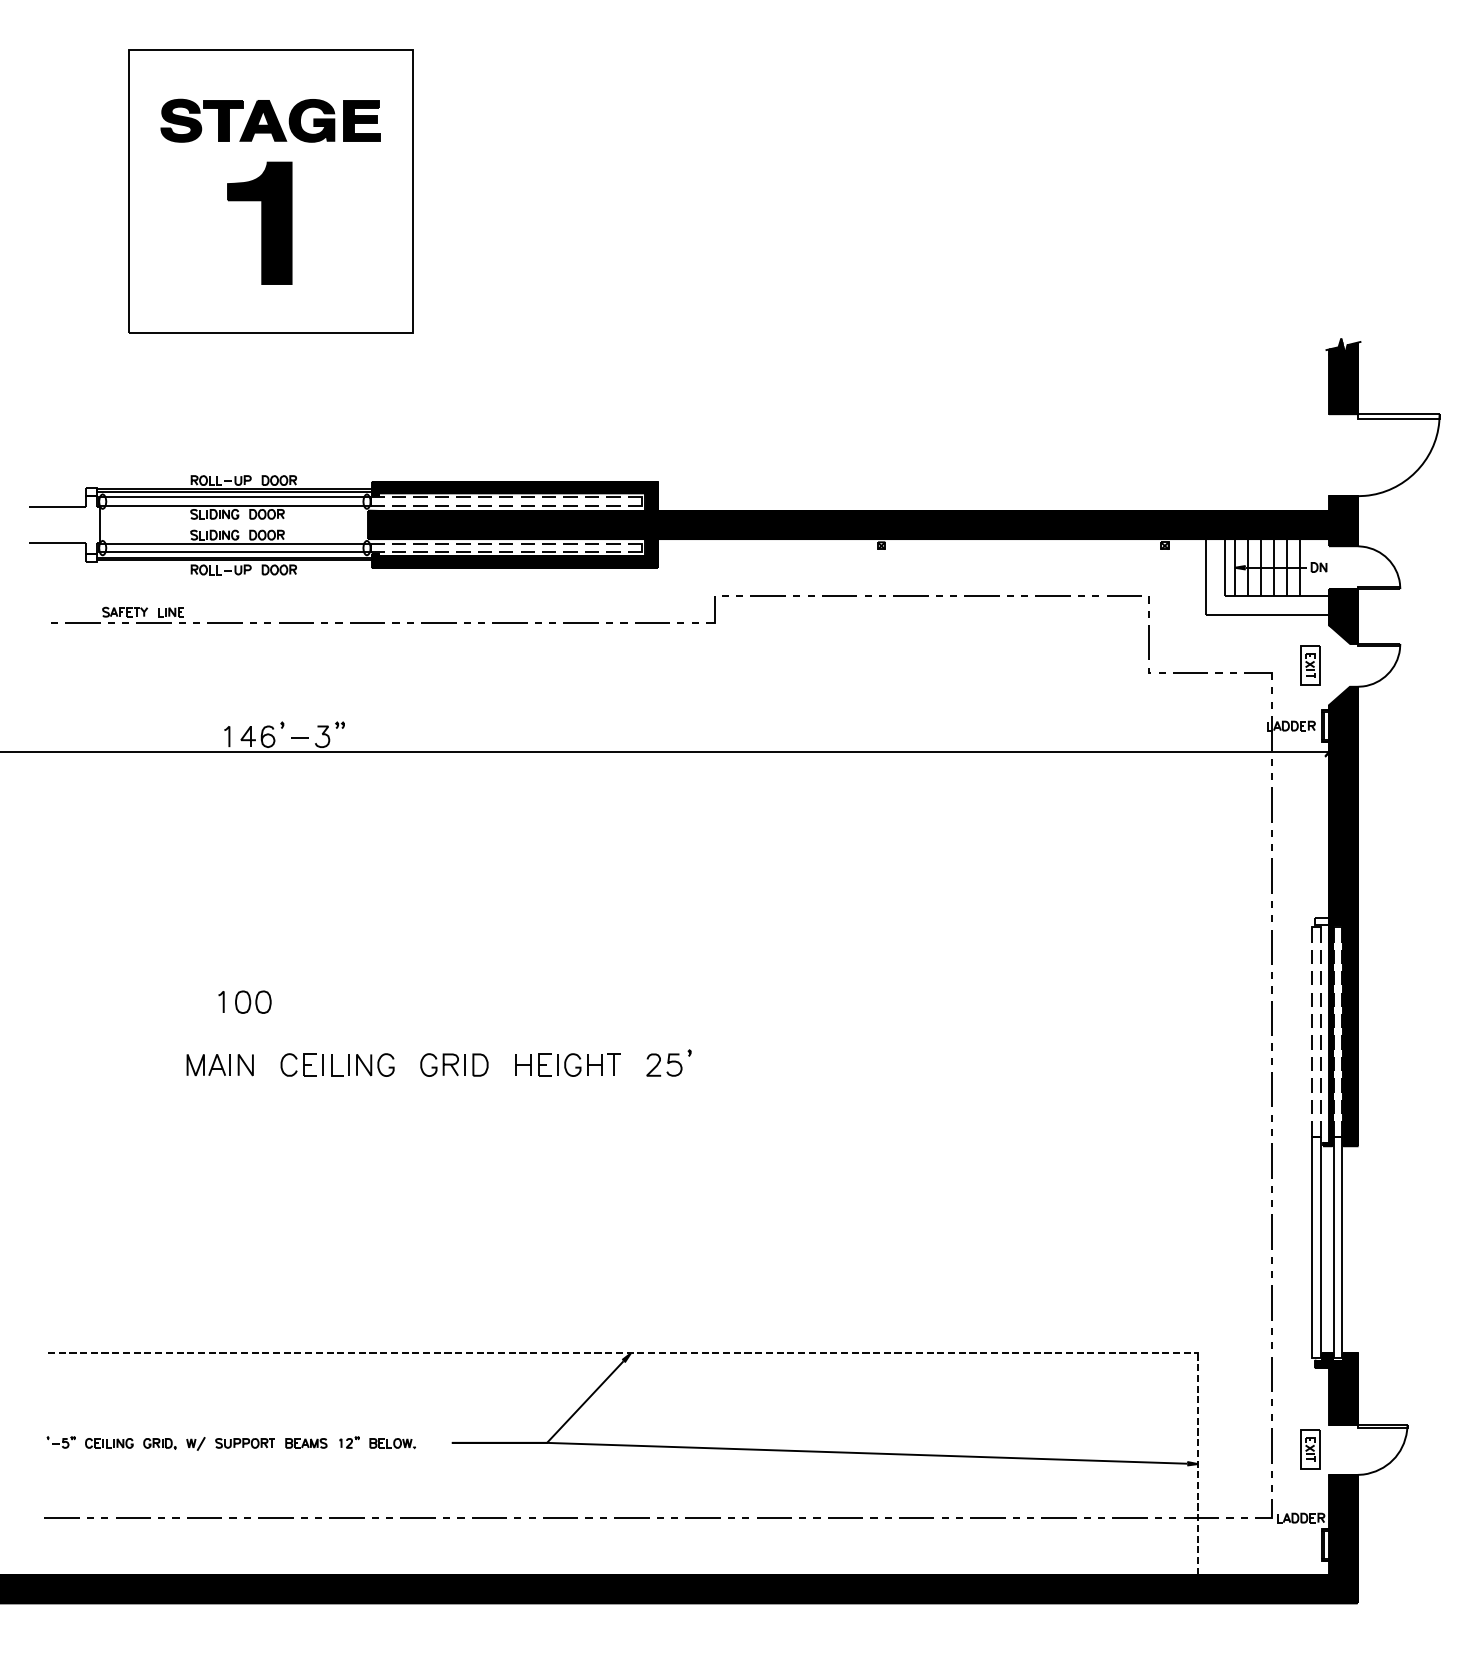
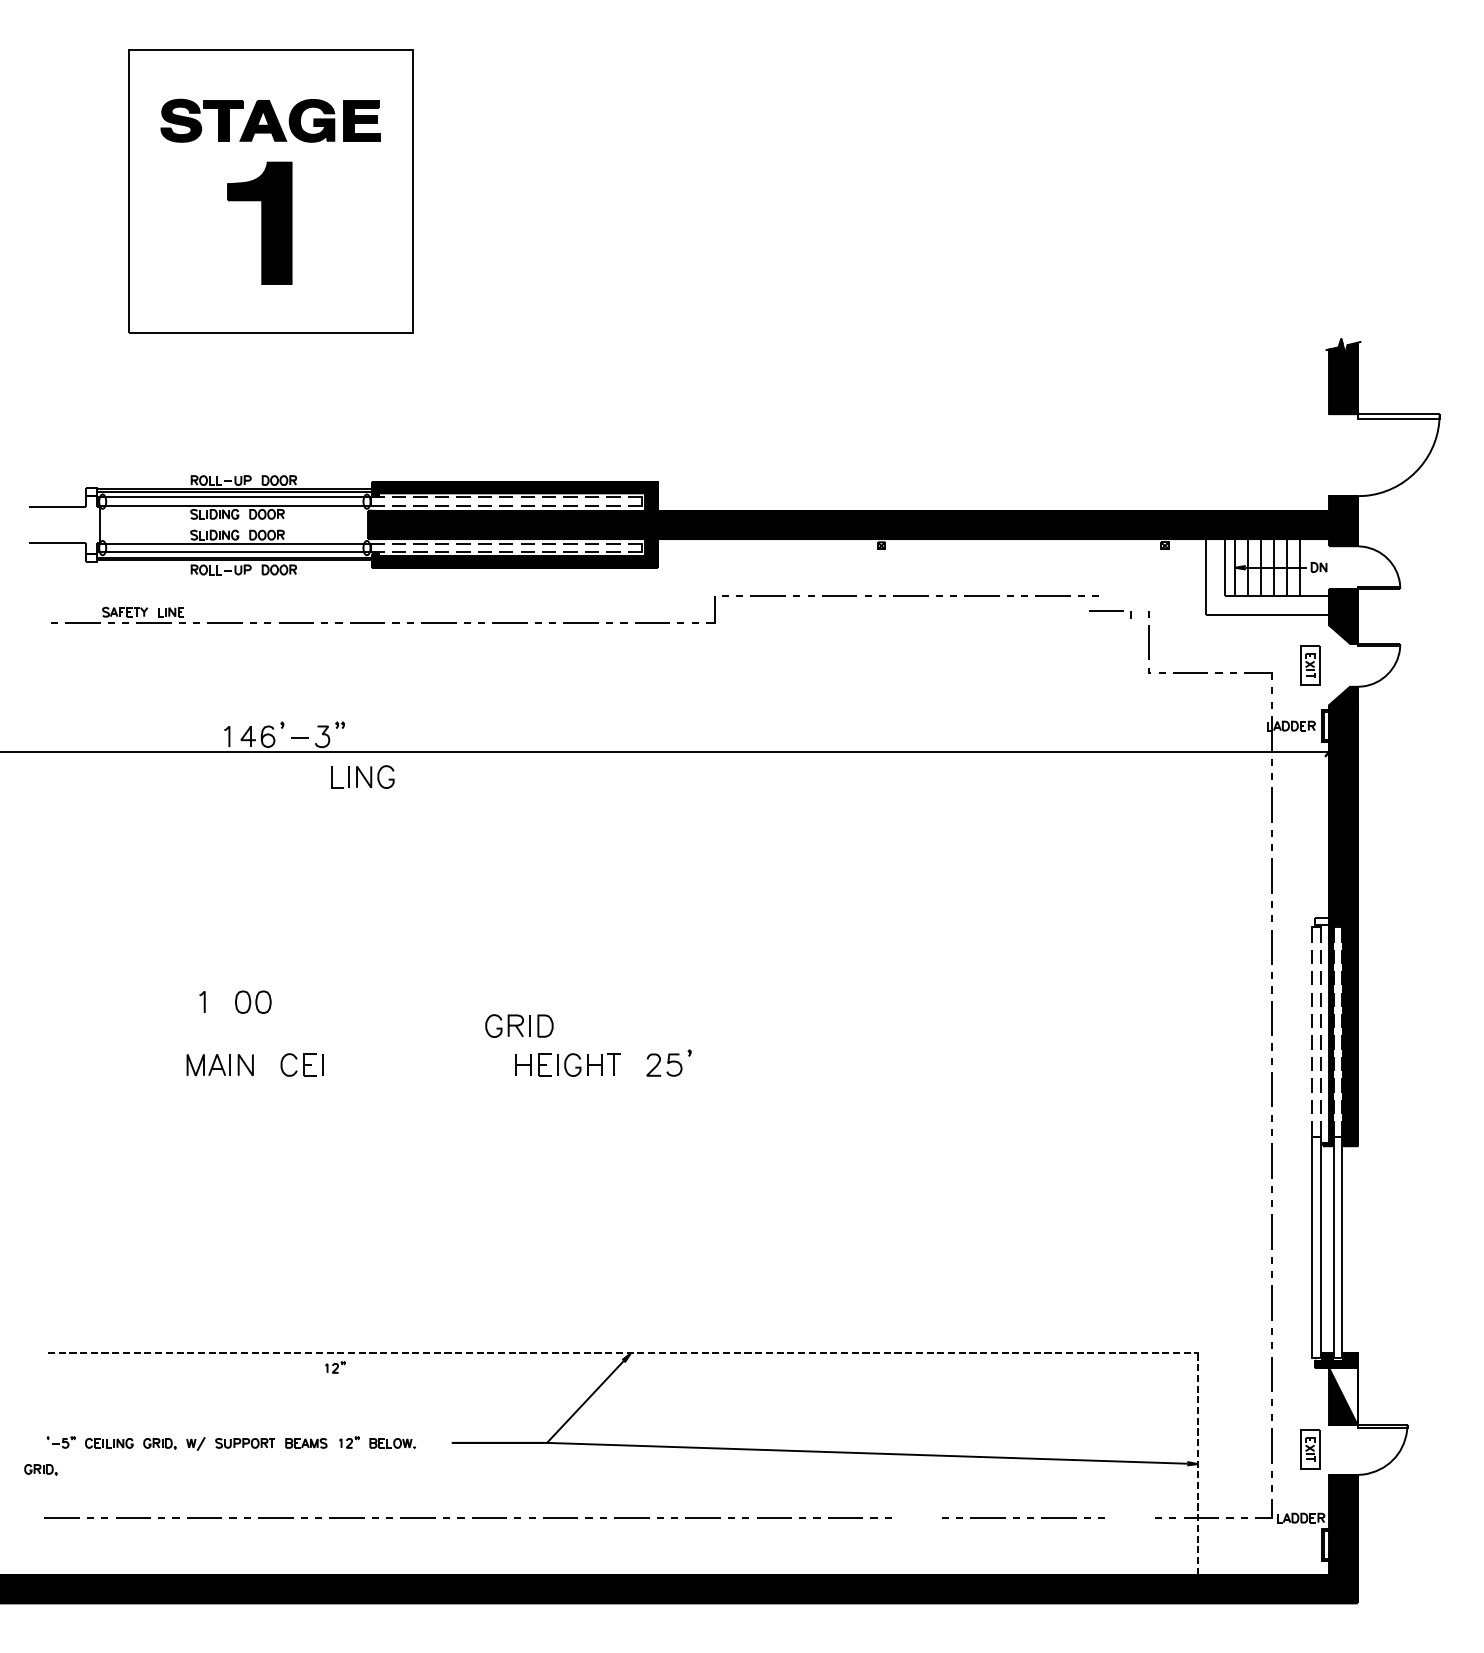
part at (1128, 599) position: (1128, 599) -> (1110, 614)
line at (222, 1001) position: (222, 1001) -> (203, 1001)
part at (362, 1064) position: (362, 1064) -> (362, 776)
part at (454, 1064) position: (454, 1064) -> (519, 1025)
part at (335, 1367): none -> present
fill at (1342, 1395): present -> none
part at (40, 1469): none -> present
line at (916, 1517): present -> none
line at (1129, 1517): present -> none
